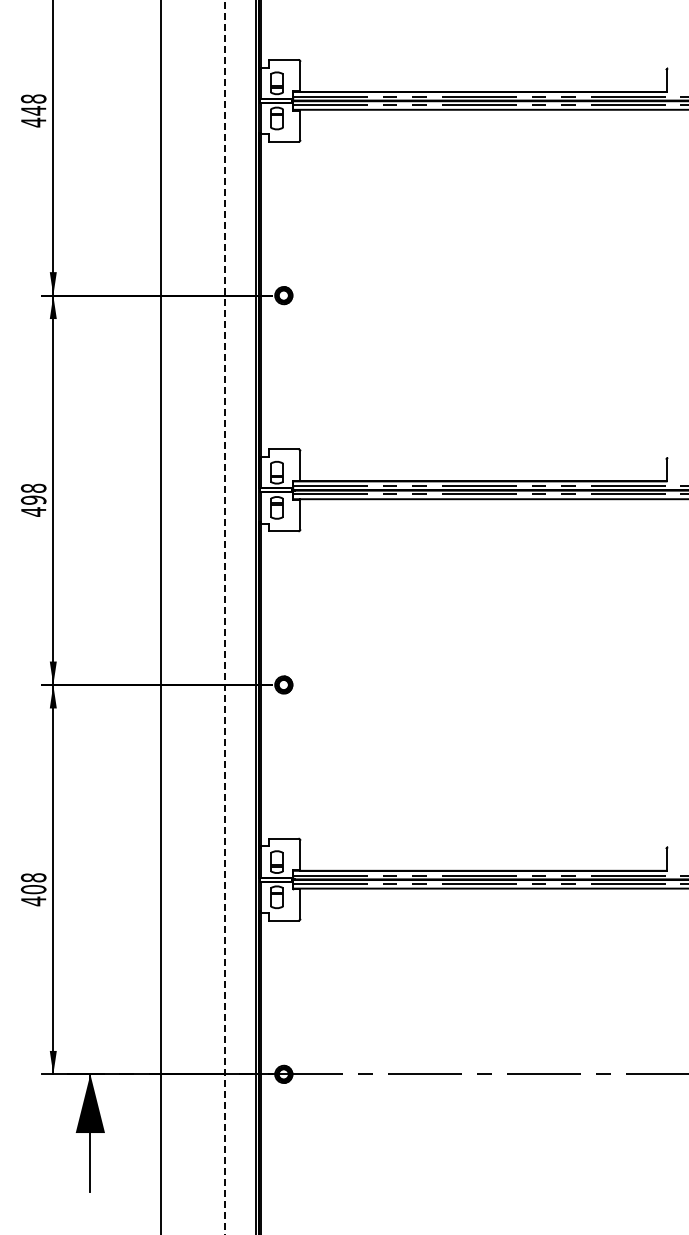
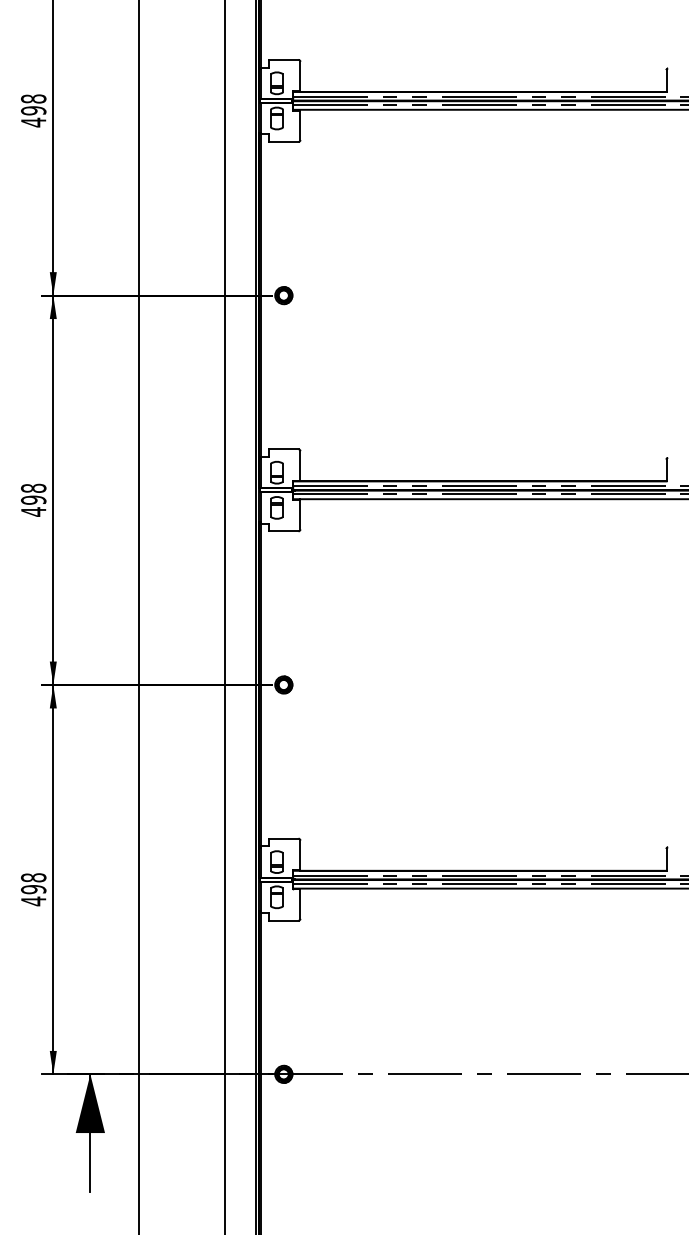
text at (33, 110): 448 -> 498
line at (160, 616) position: (160, 616) -> (138, 616)
line at (224, 617): dashed -> solid
text at (33, 889): 408 -> 498
